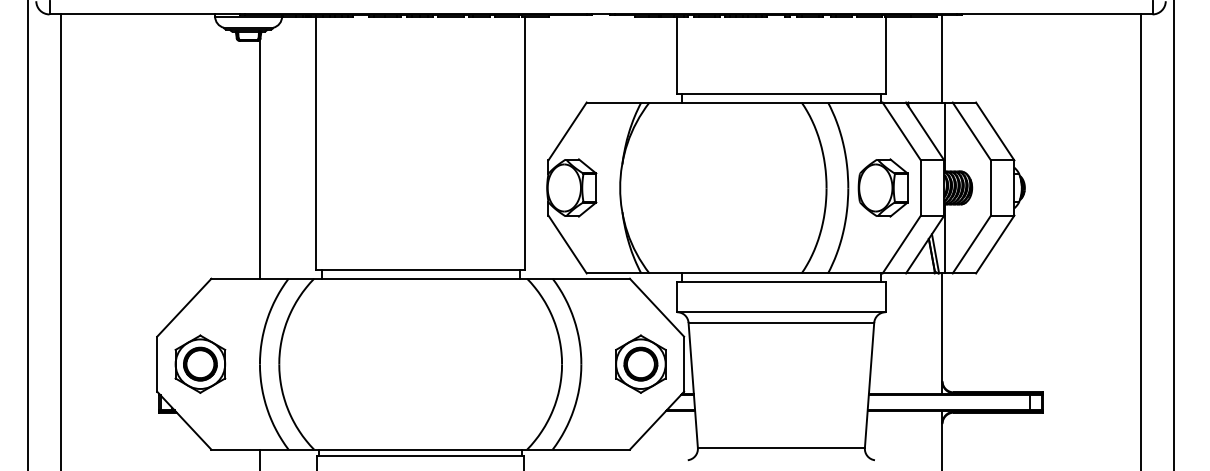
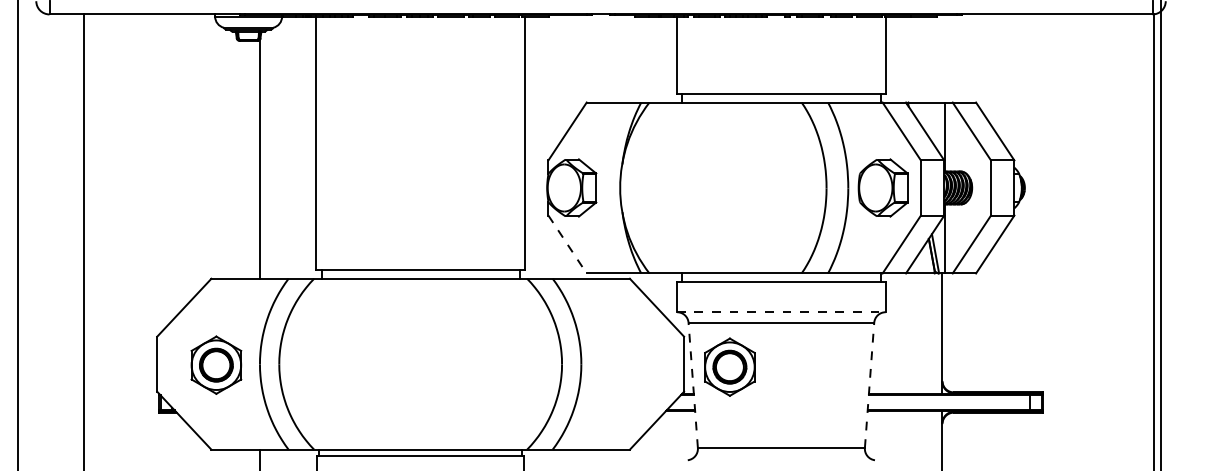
line at (942, 58): present -> none
line at (28, 234) position: (28, 234) -> (18, 234)
line at (1173, 234) position: (1173, 234) -> (1160, 234)
line at (61, 240) position: (61, 240) -> (84, 240)
line at (1140, 240) position: (1140, 240) -> (1153, 240)
line at (567, 244): solid -> dashed
line at (781, 312): solid -> dashed
part at (200, 363) position: (200, 363) -> (216, 364)
part at (640, 363) position: (640, 363) -> (729, 366)
line at (693, 385): solid -> dashed
line at (869, 385): solid -> dashed
